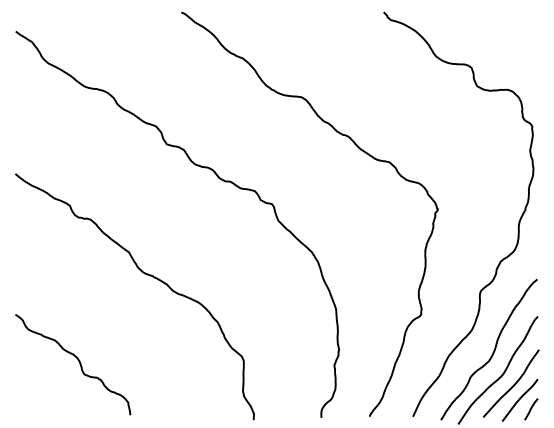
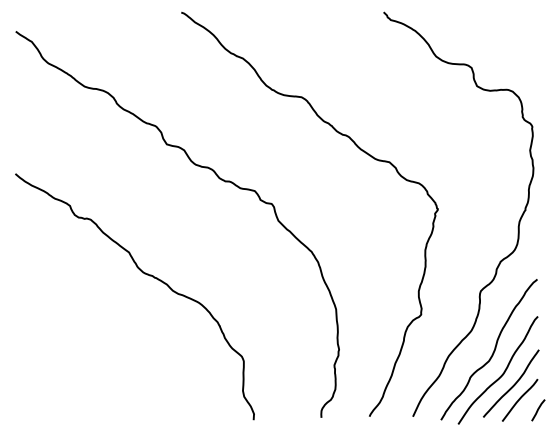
curve at (77, 360): present -> none
line at (531, 409) position: (531, 409) -> (538, 410)
